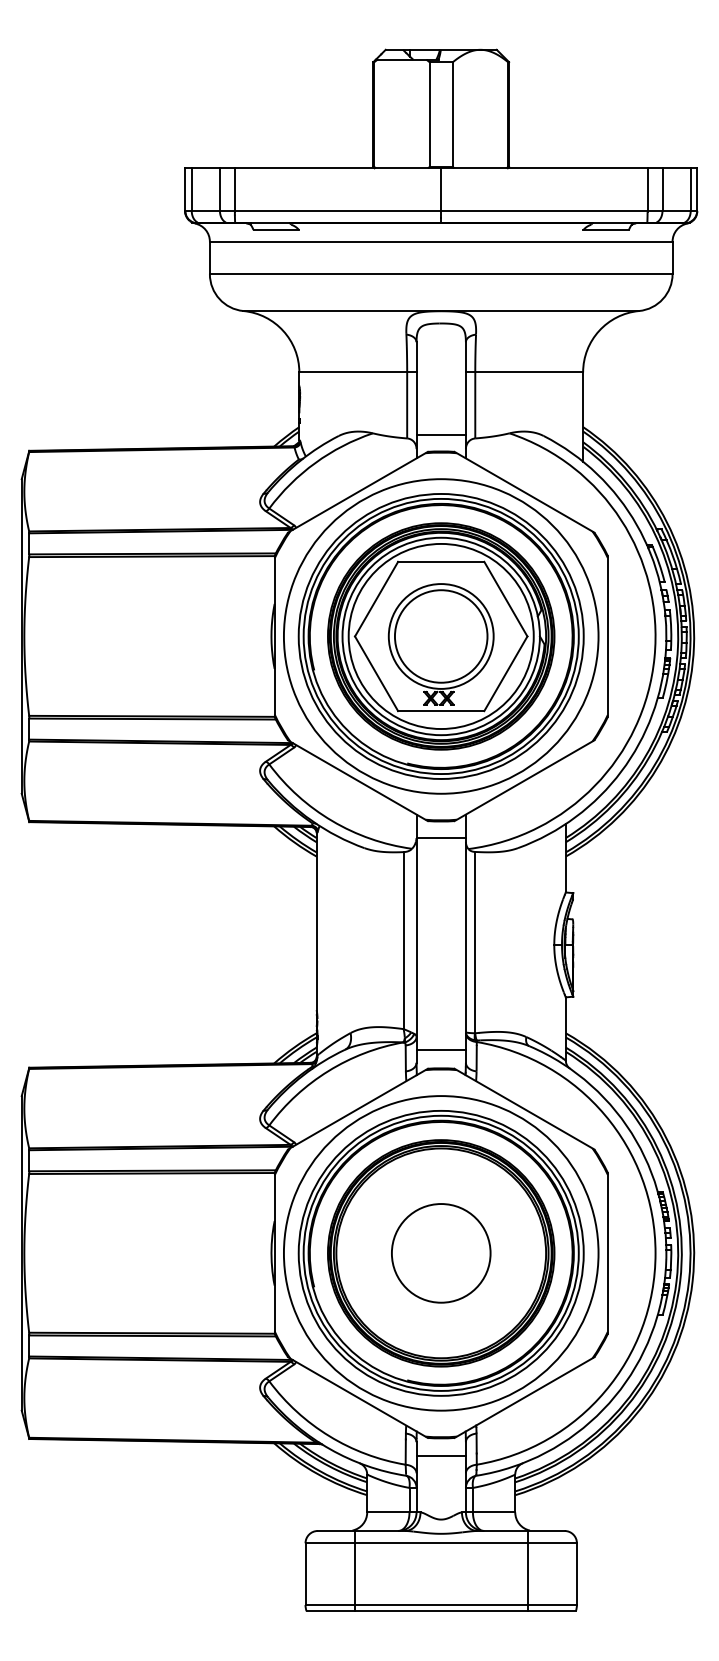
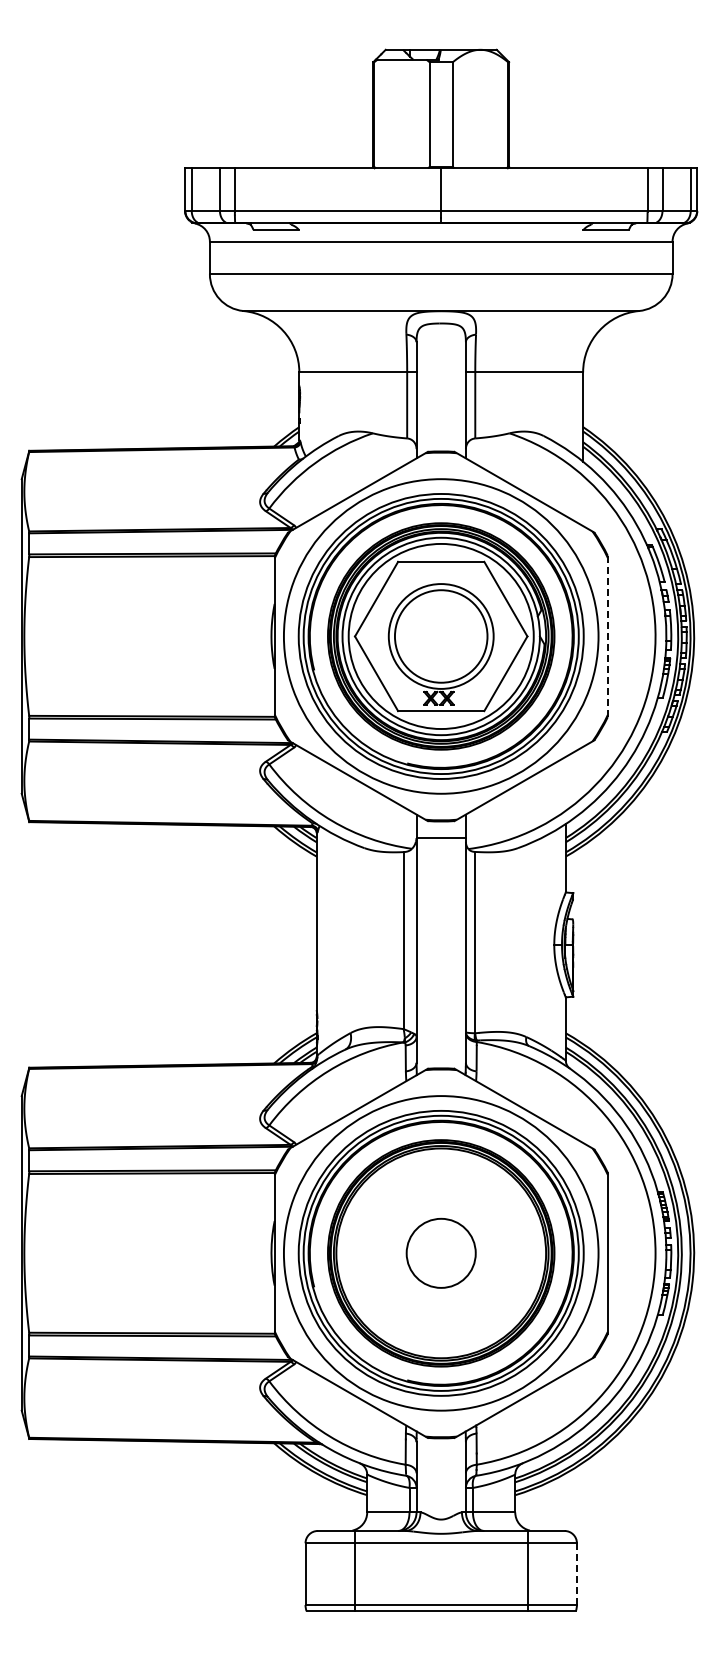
line at (440, 434): present -> none
line at (607, 636): solid -> dashed
line at (440, 1050): present -> none
circle at (440, 1253) diameter: 99 px -> 69 px
line at (440, 1456): present -> none
line at (576, 1574): solid -> dashed
